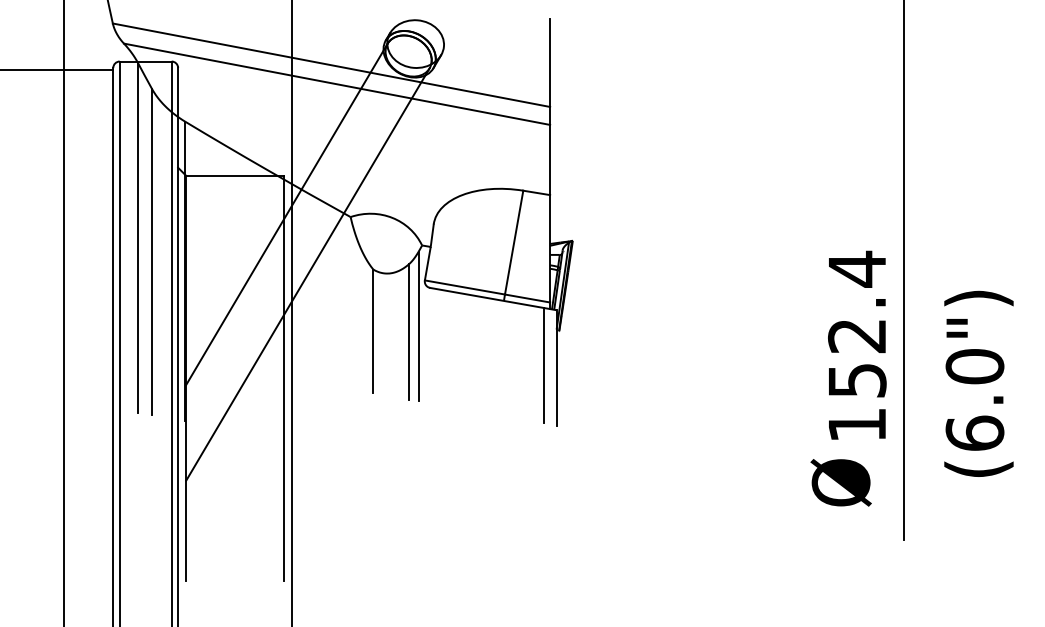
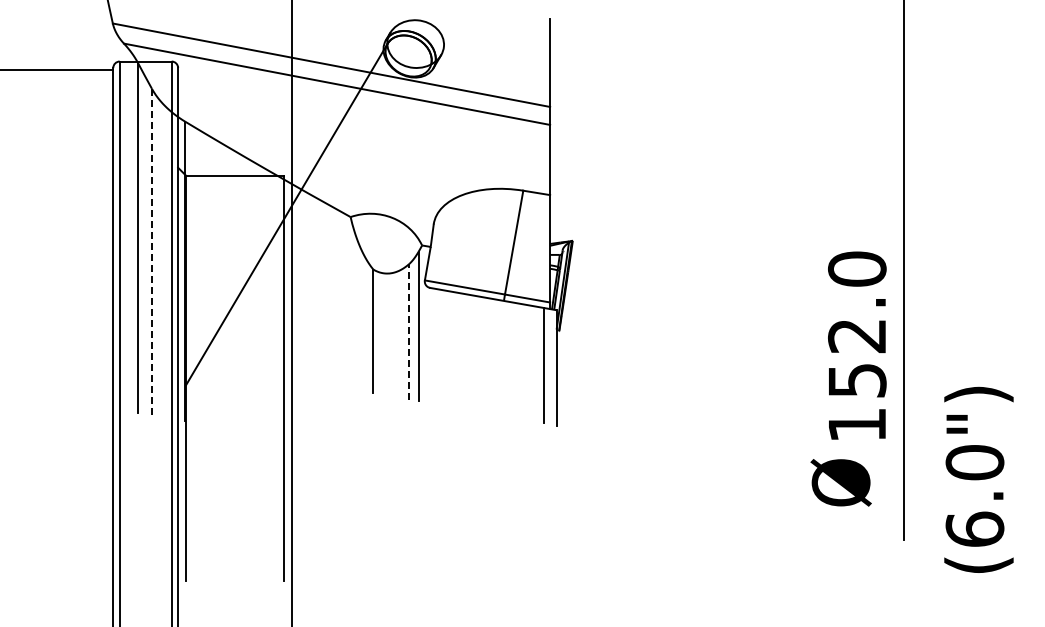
line at (151, 251): solid -> dashed
text at (857, 268): 152.4 -> 152.0
line at (307, 274): present -> none
line at (63, 312): present -> none
line at (409, 331): solid -> dashed
text at (978, 383) position: (978, 383) -> (978, 479)
